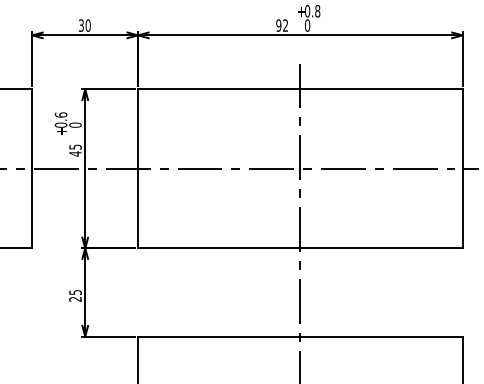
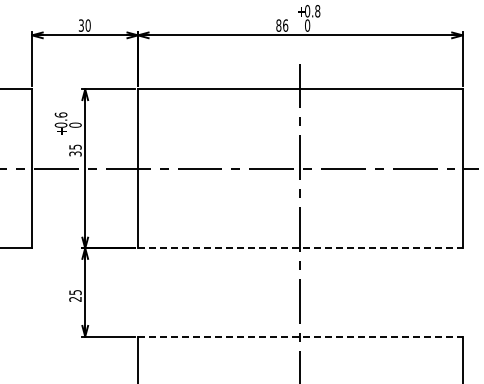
text at (282, 25): 92 -> 86
text at (75, 153): 45 -> 35
line at (300, 248): solid -> dashed
line at (300, 336): solid -> dashed
